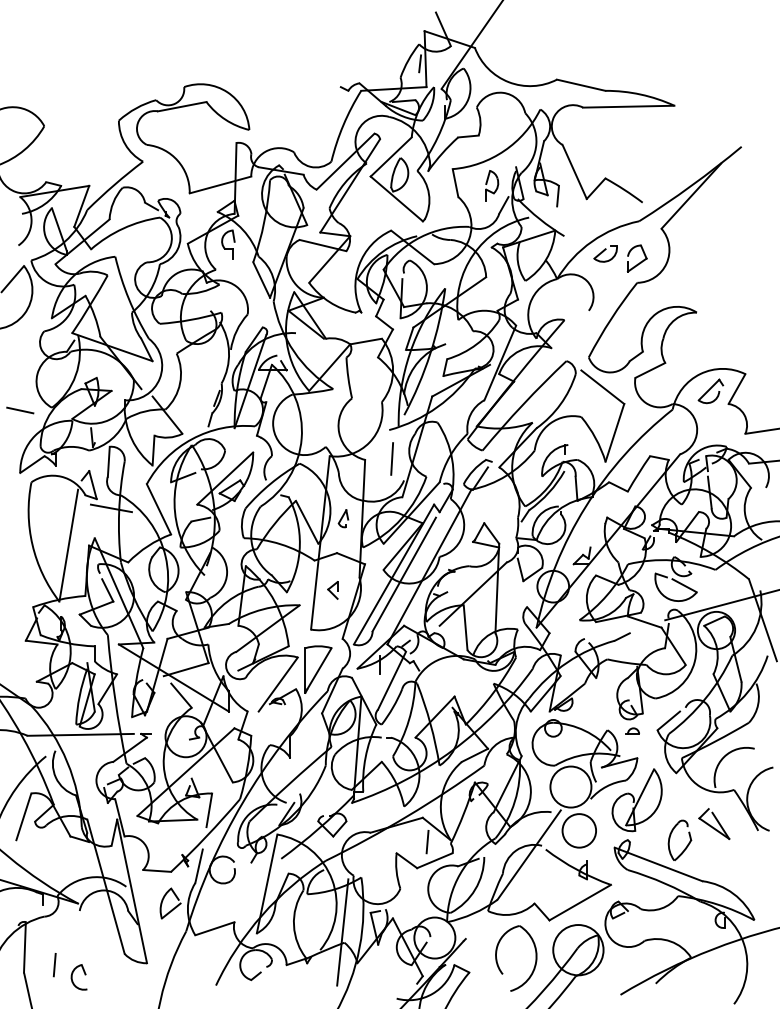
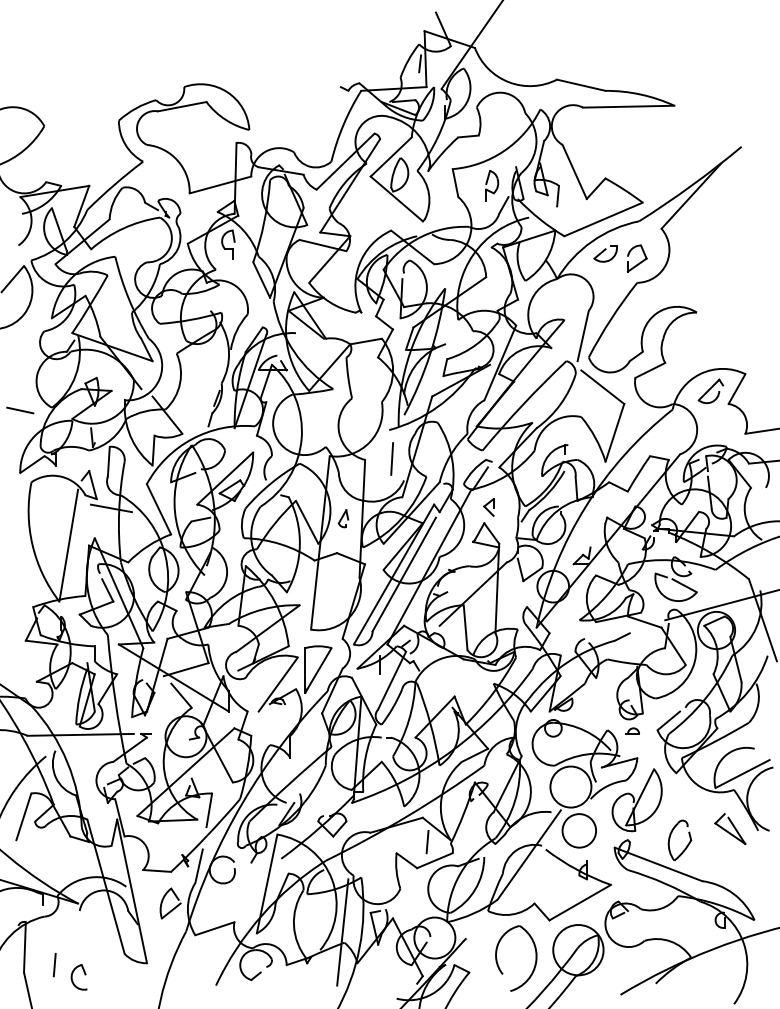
line at (603, 219): none -> present
line at (582, 335): none -> present
part at (332, 590) position: (332, 590) -> (488, 507)
line at (742, 774): none -> present
part at (714, 823) position: (714, 823) -> (730, 828)
